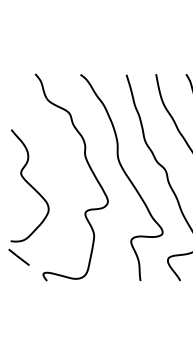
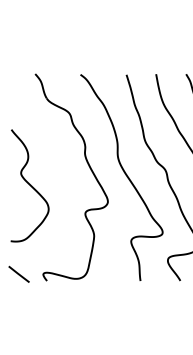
line at (18, 256) position: (18, 256) -> (18, 273)
